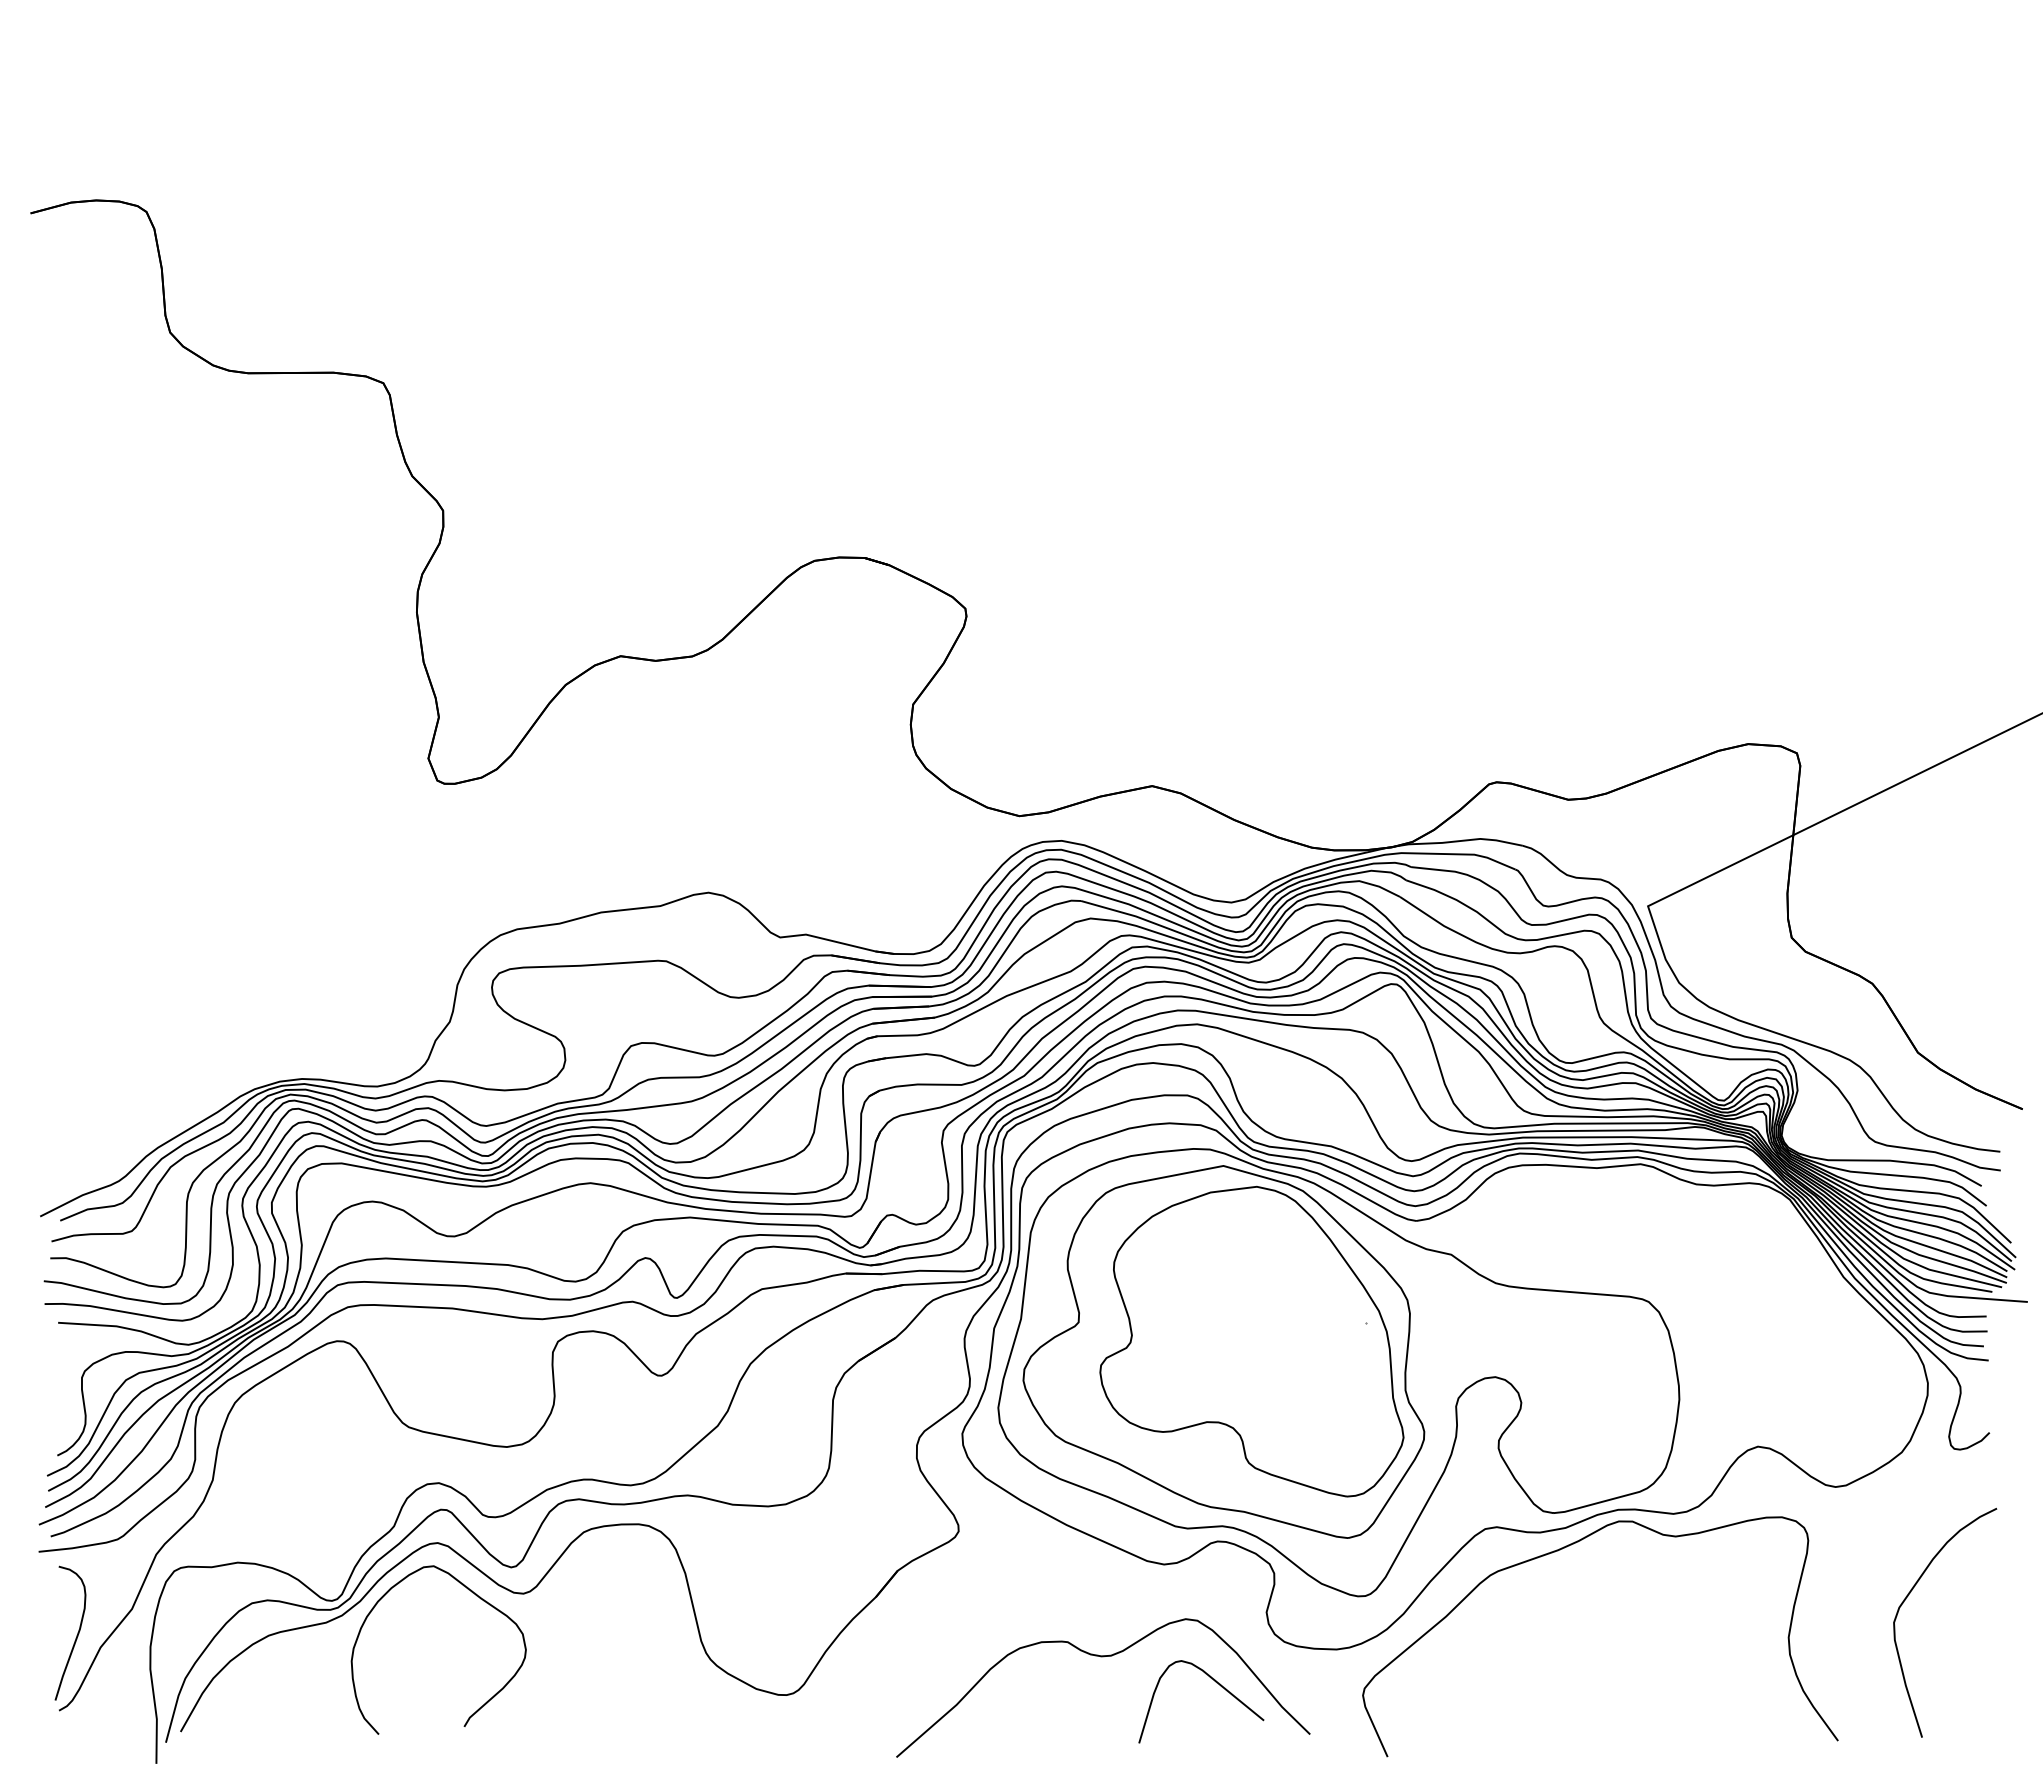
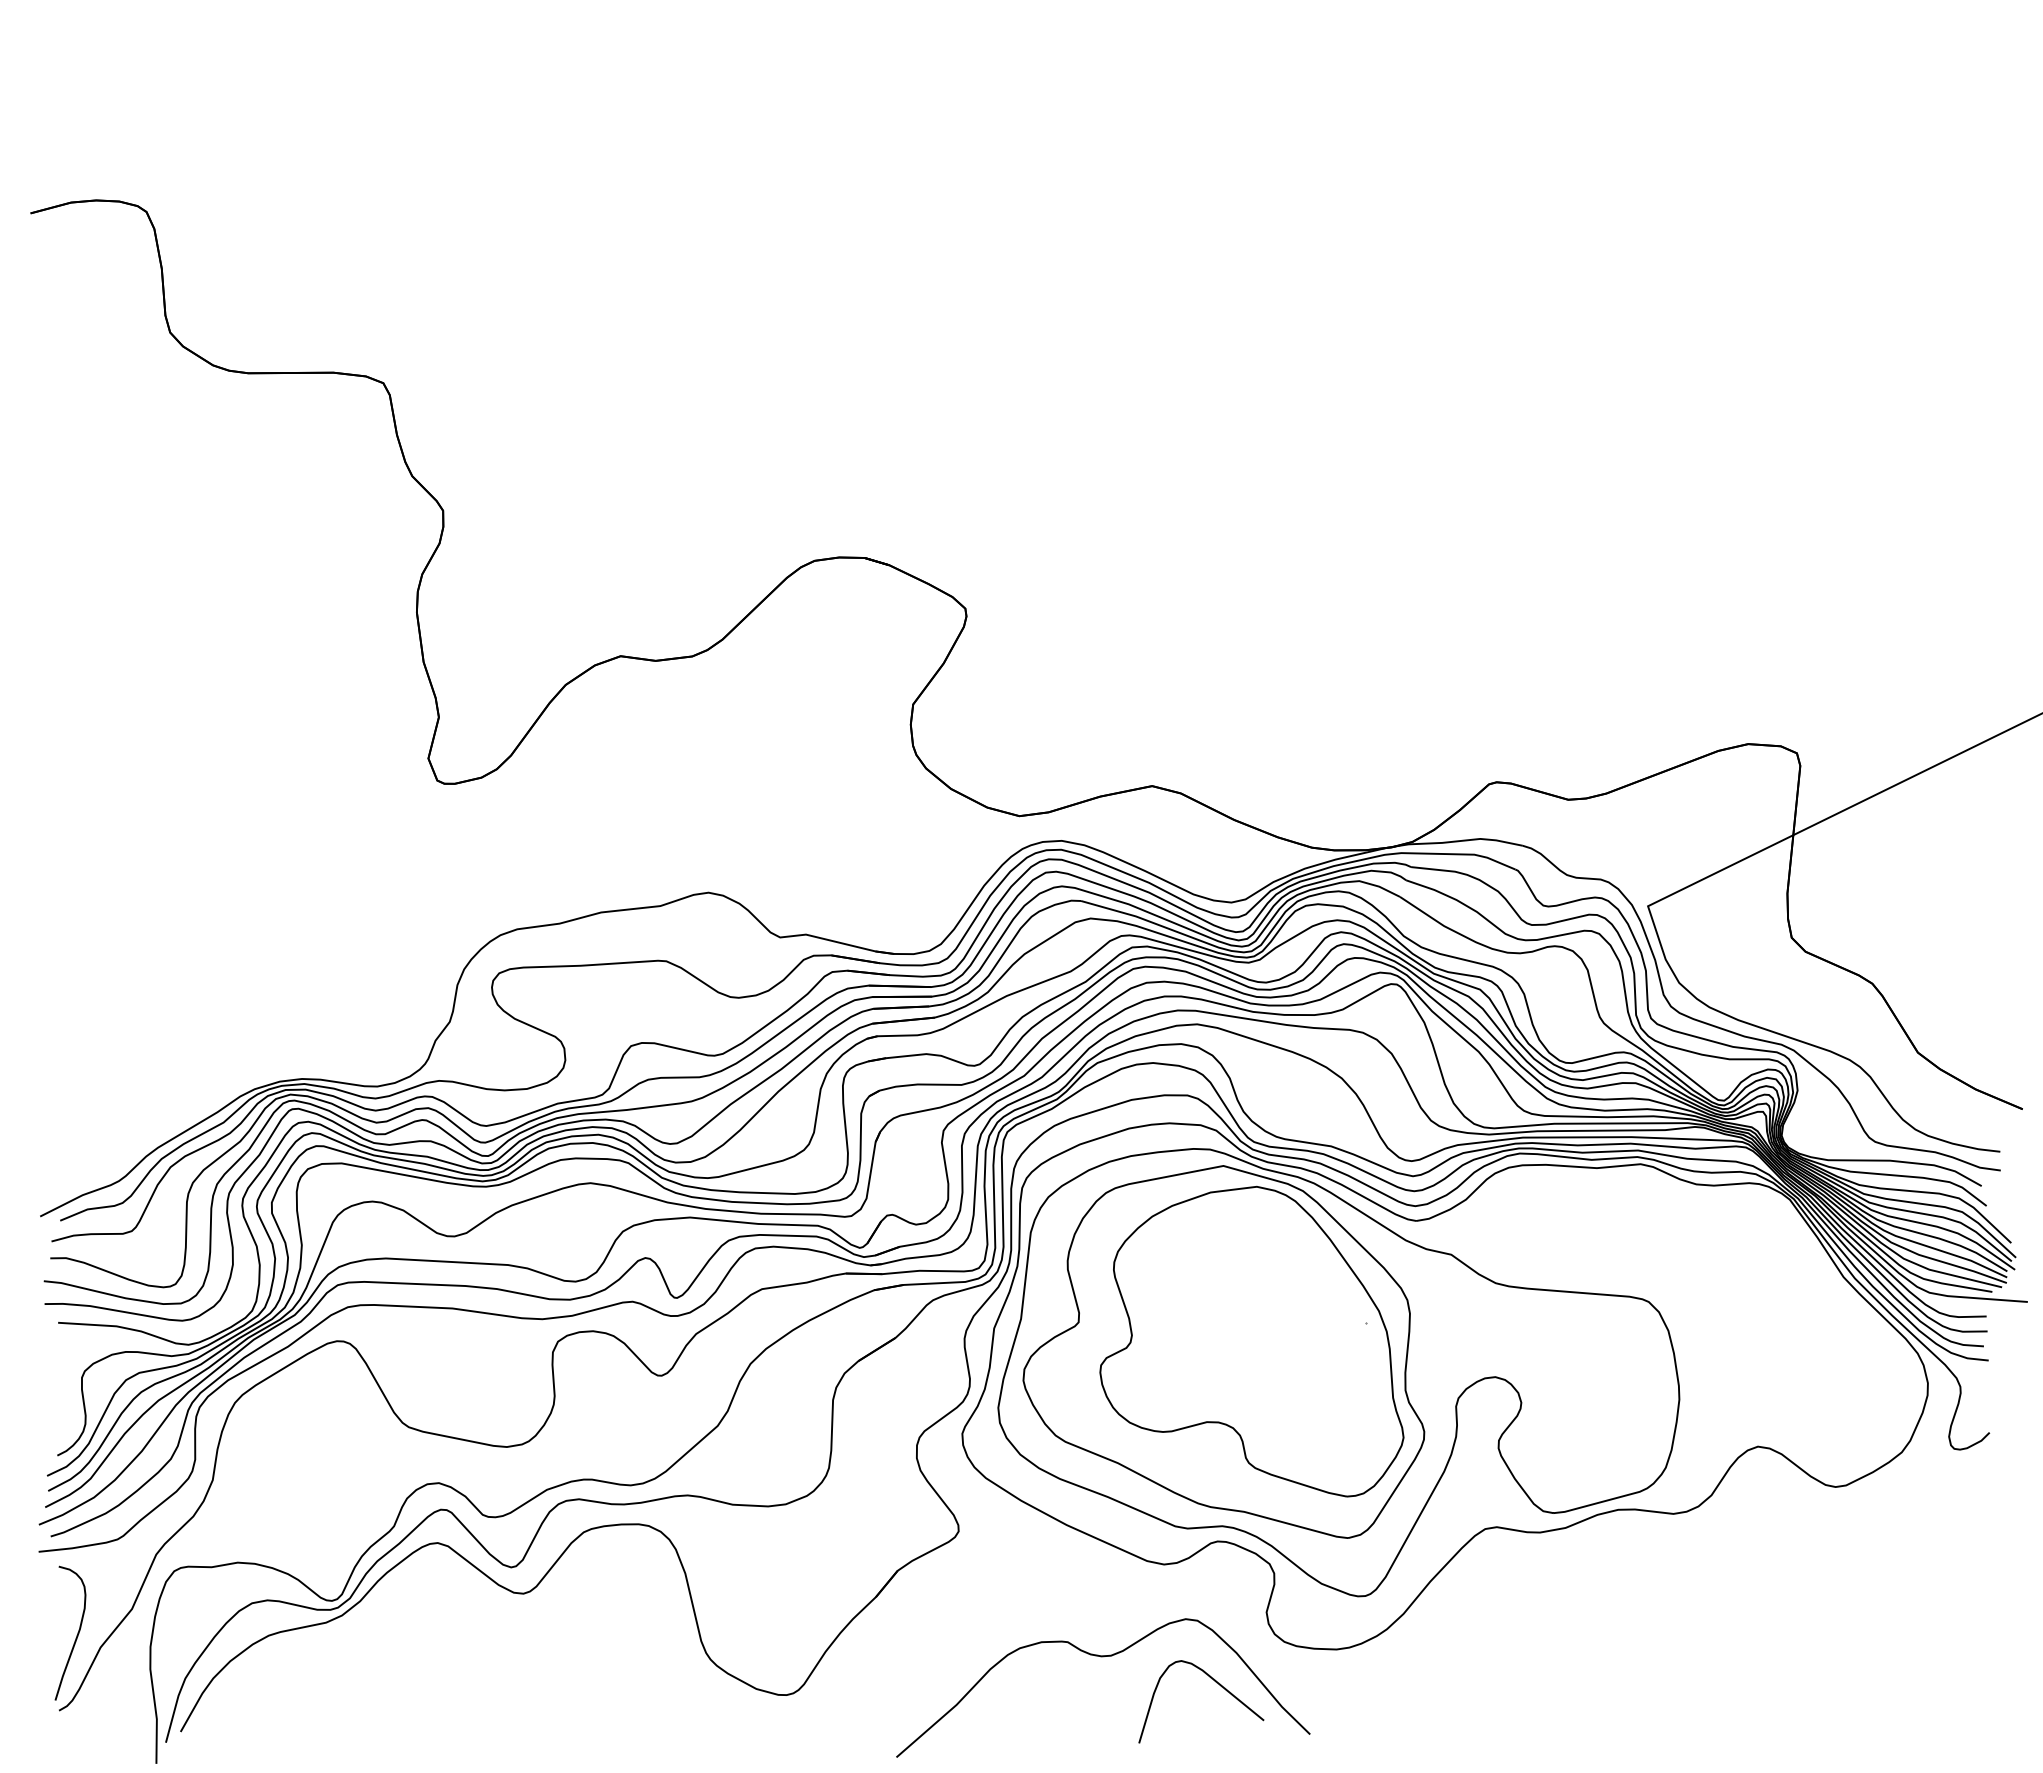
curve at (1558, 1551): present -> none
curve at (476, 1596): present -> none
curve at (1908, 1596): present -> none
